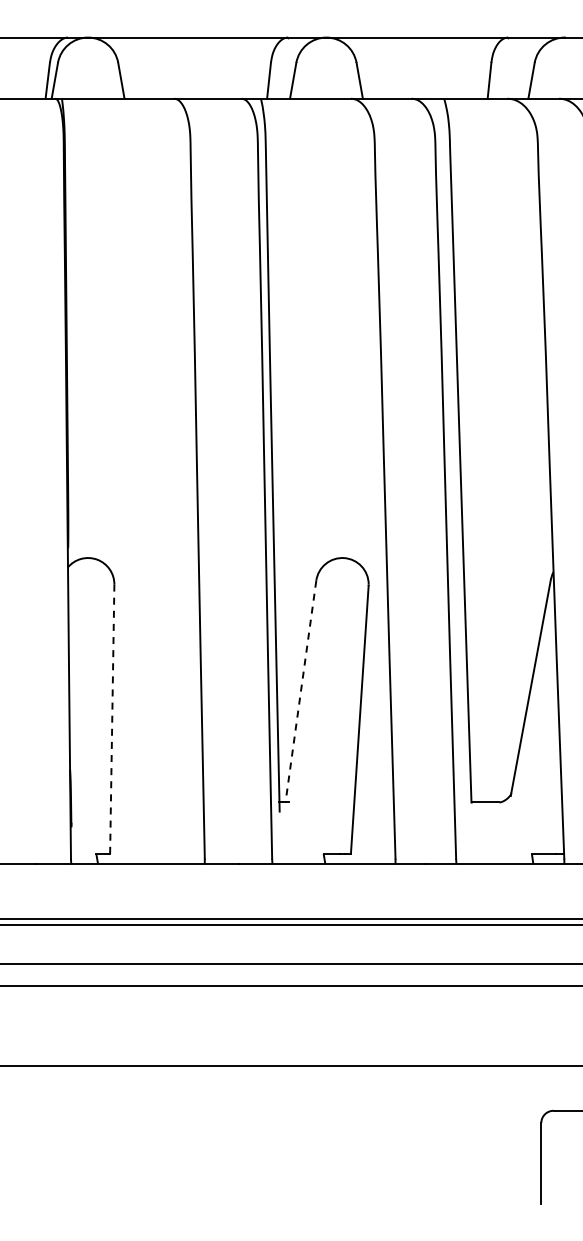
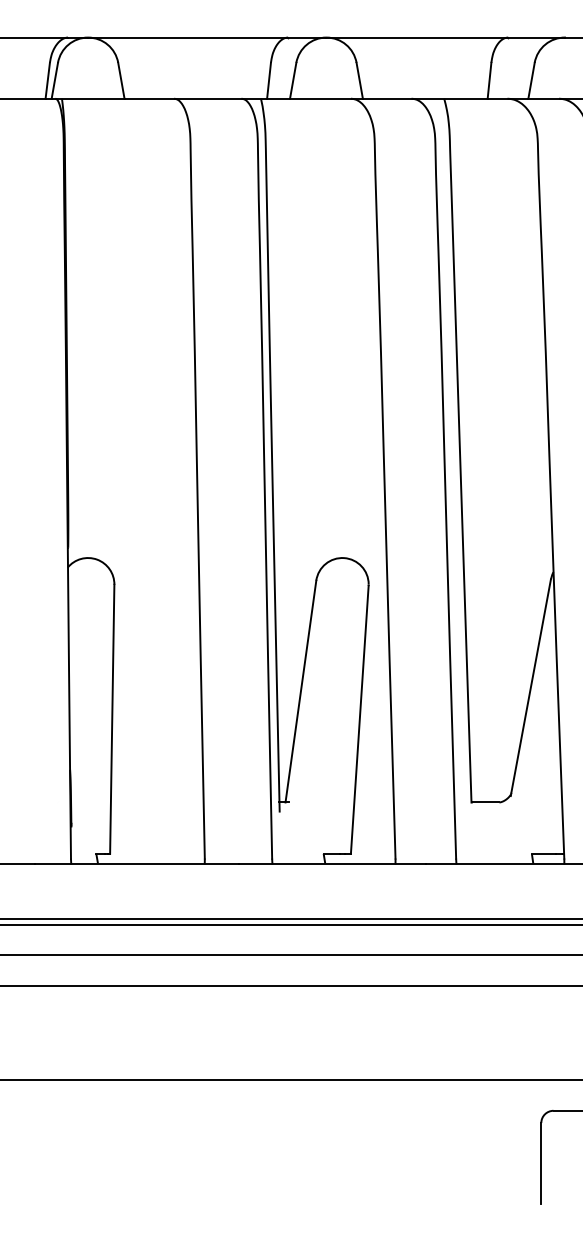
line at (300, 691): dashed -> solid
line at (112, 719): dashed -> solid
line at (290, 964) position: (290, 964) -> (290, 955)
line at (290, 1066) position: (290, 1066) -> (290, 1080)
